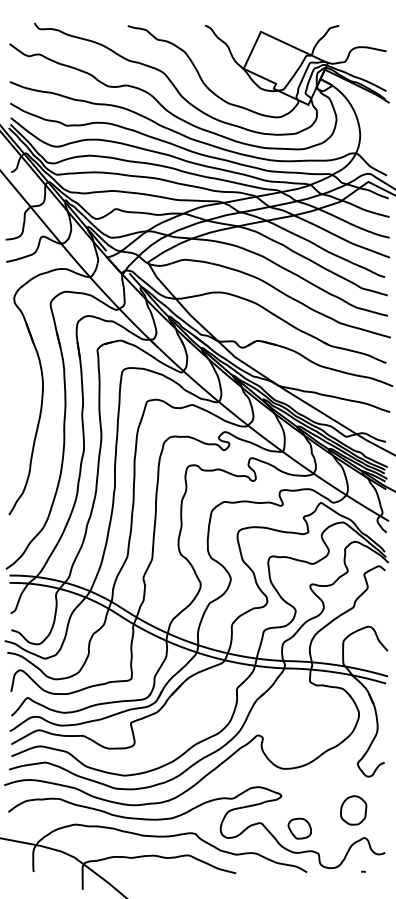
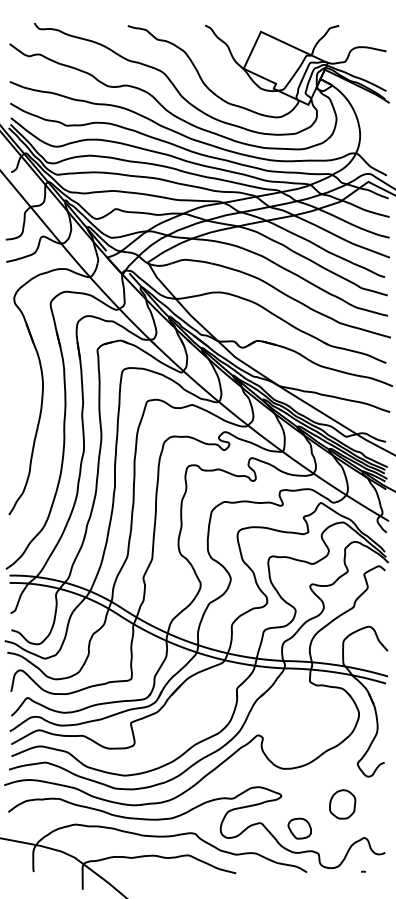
part at (353, 810) position: (353, 810) -> (342, 804)
